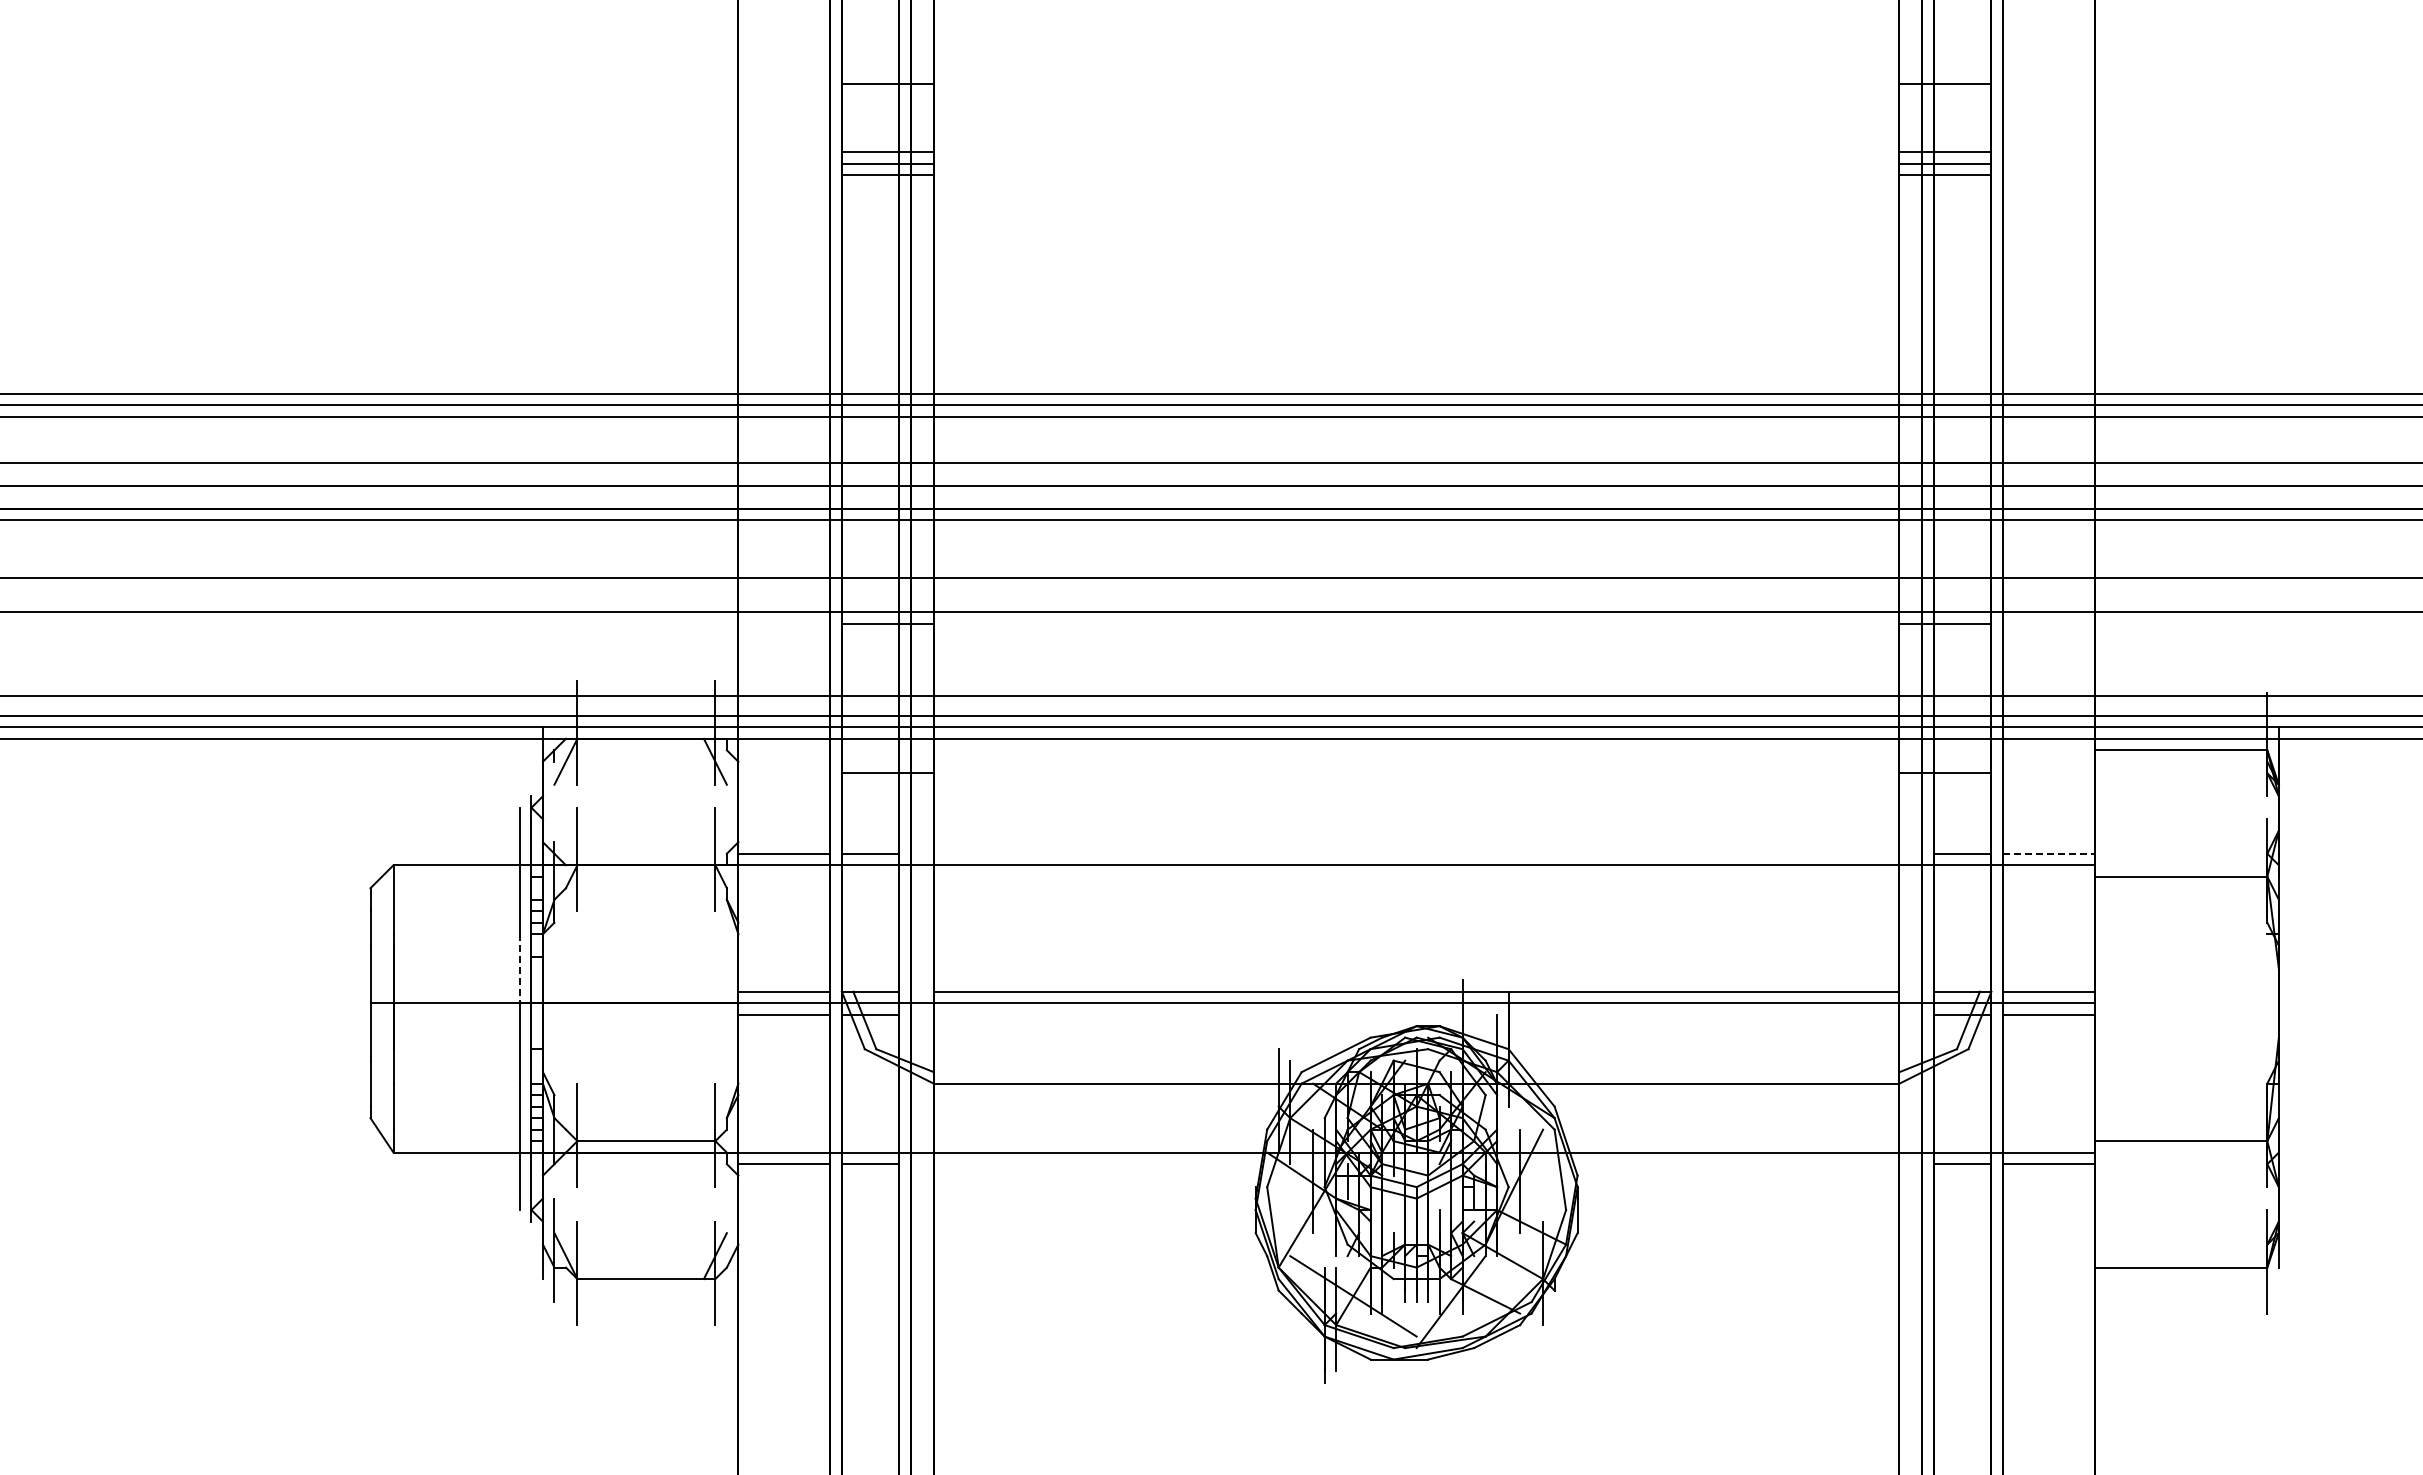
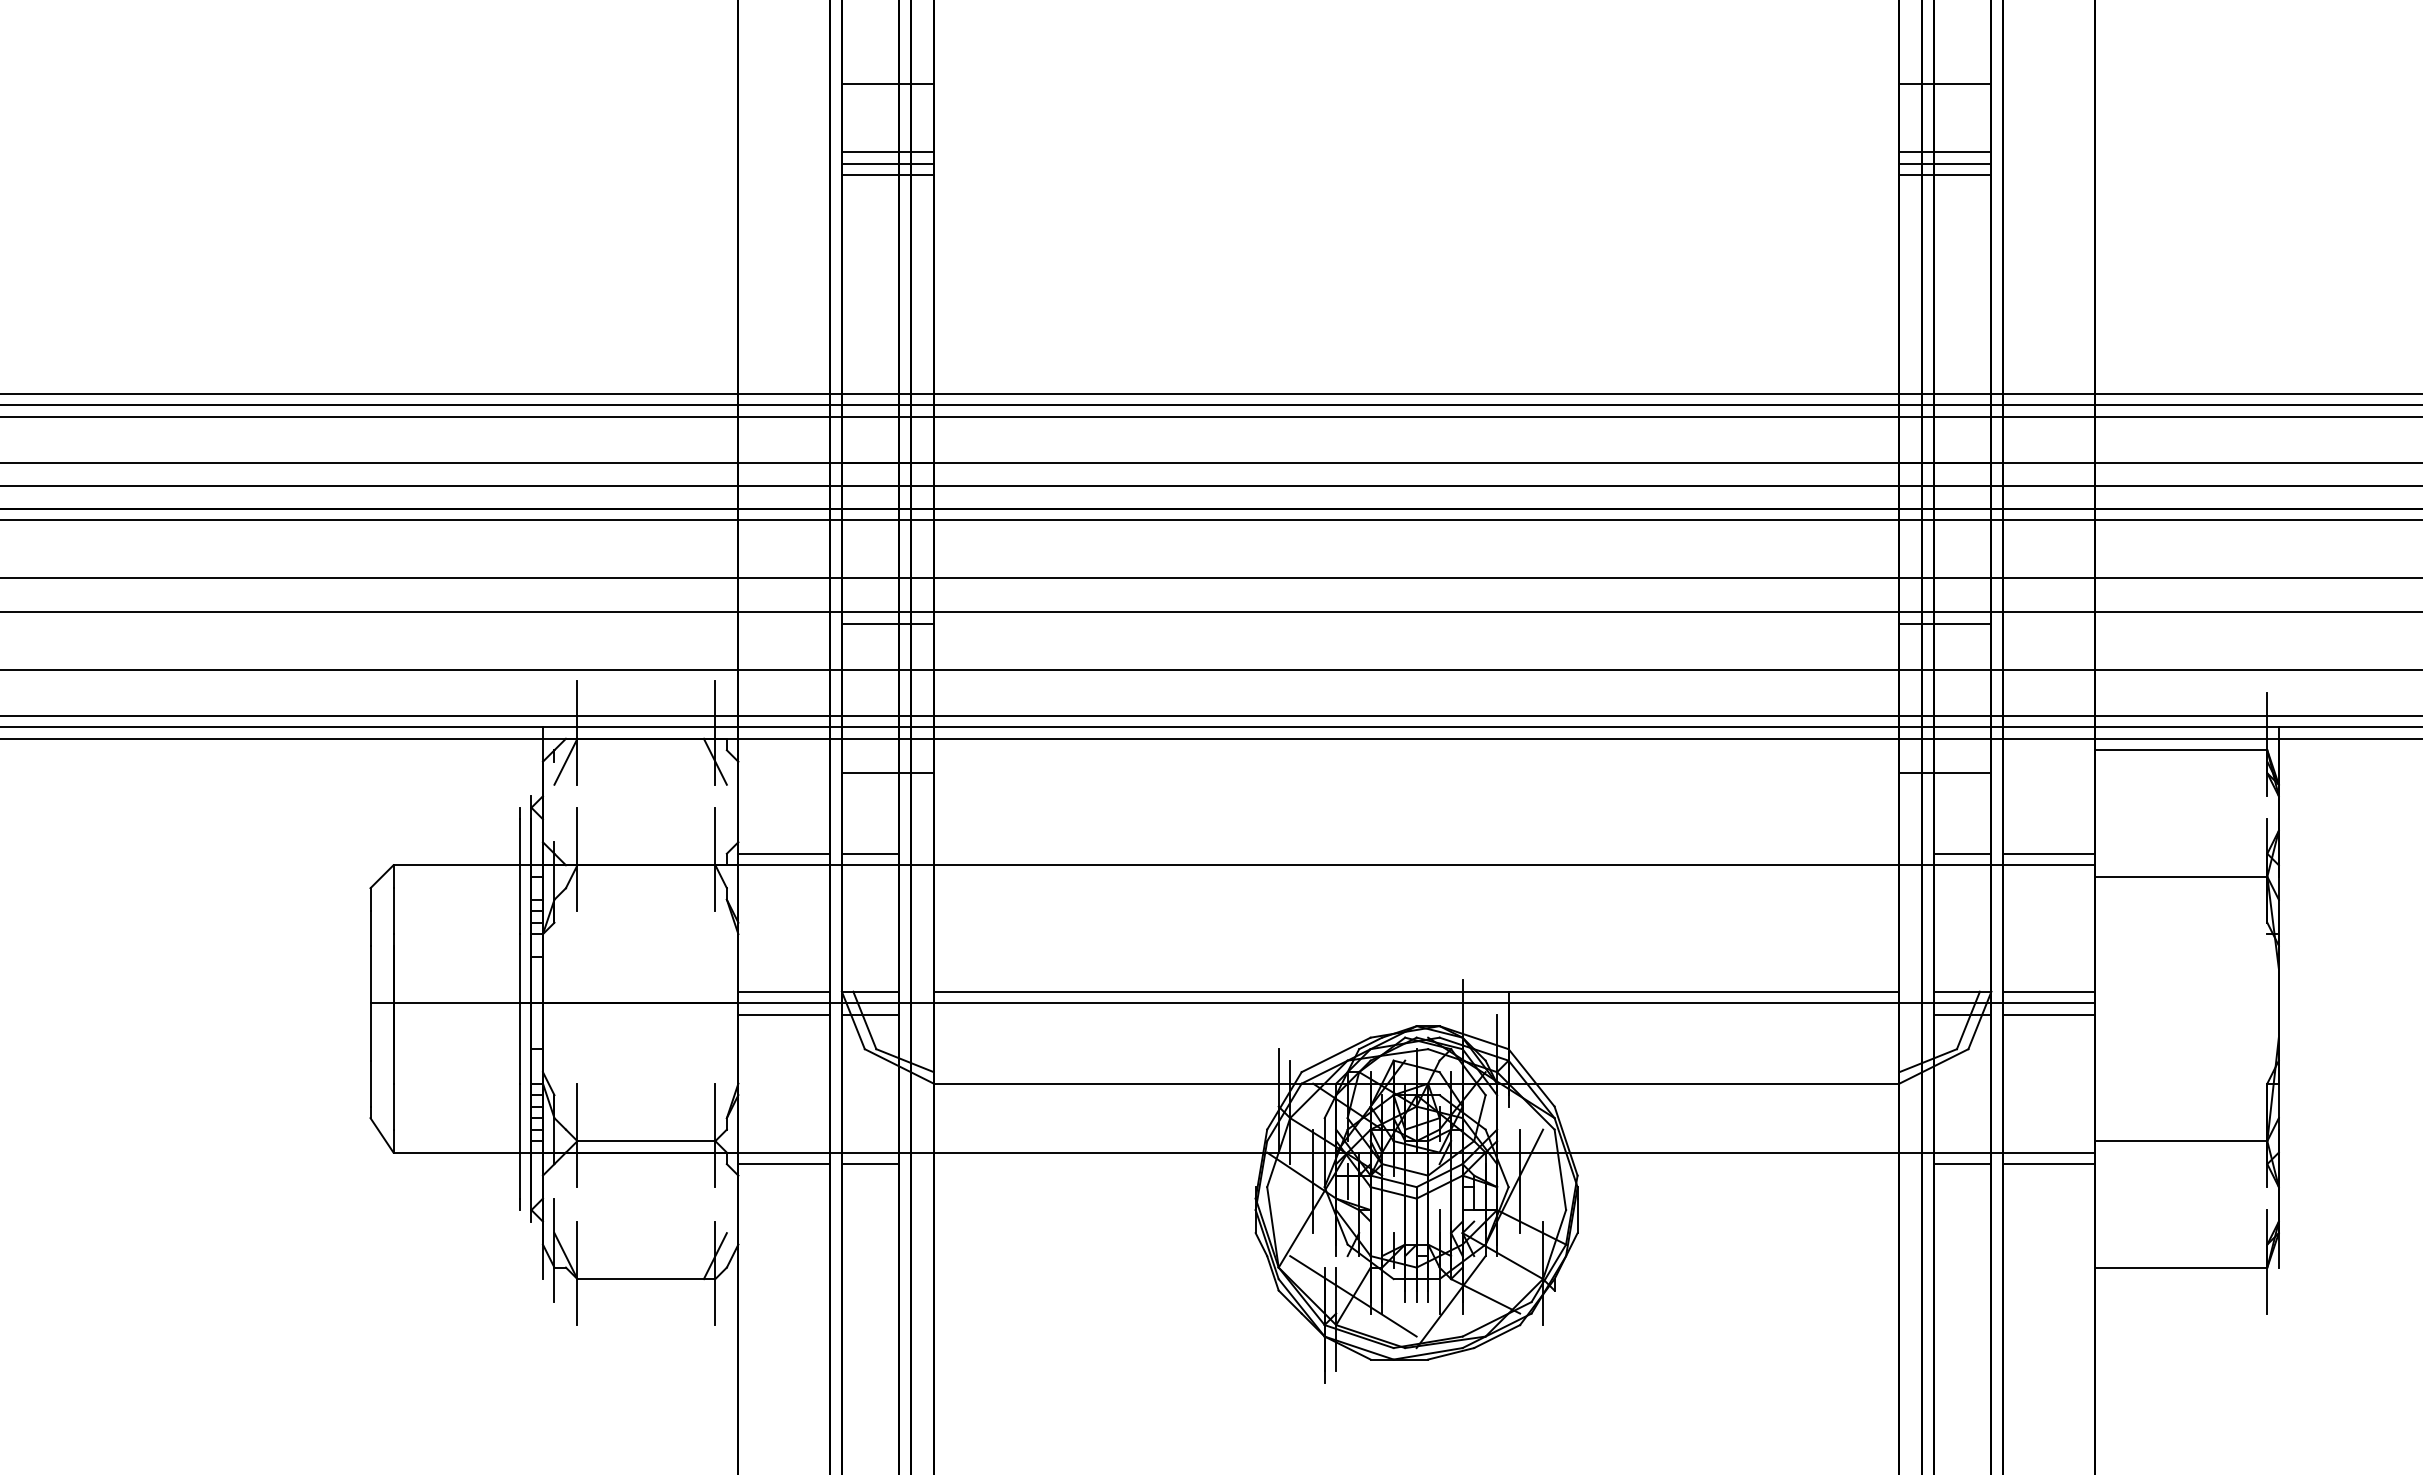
line at (1210, 695) position: (1210, 695) -> (1210, 669)
line at (2048, 853): dashed -> solid
line at (519, 969): dashed -> solid
